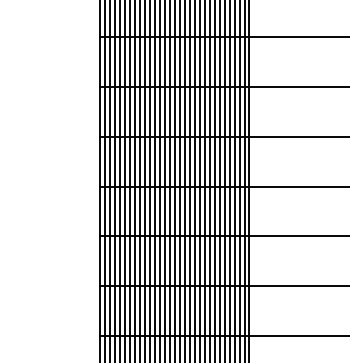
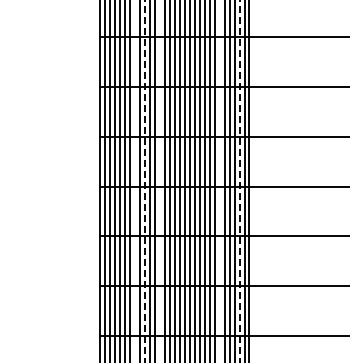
line at (135, 180): present -> none
line at (144, 180): solid -> dashed
line at (159, 180): present -> none
line at (219, 180): present -> none
line at (239, 180): solid -> dashed
